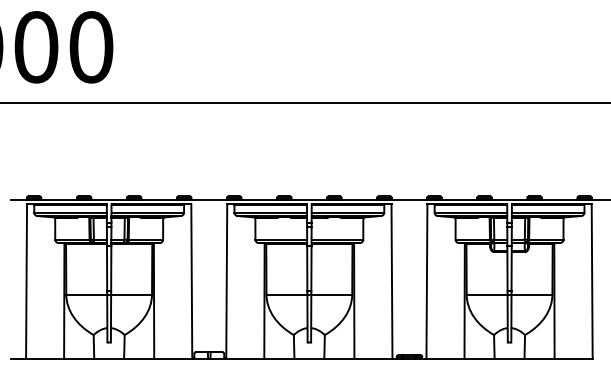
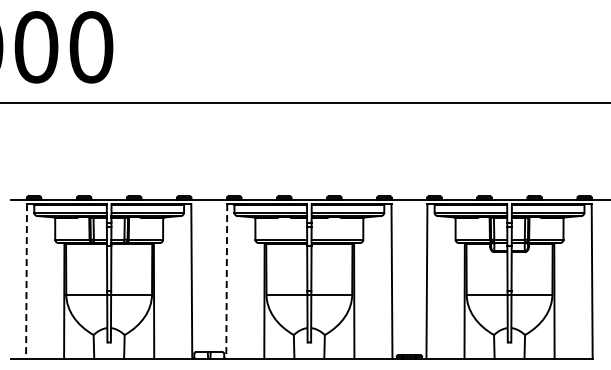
line at (26, 282): solid -> dashed
line at (226, 282): solid -> dashed
